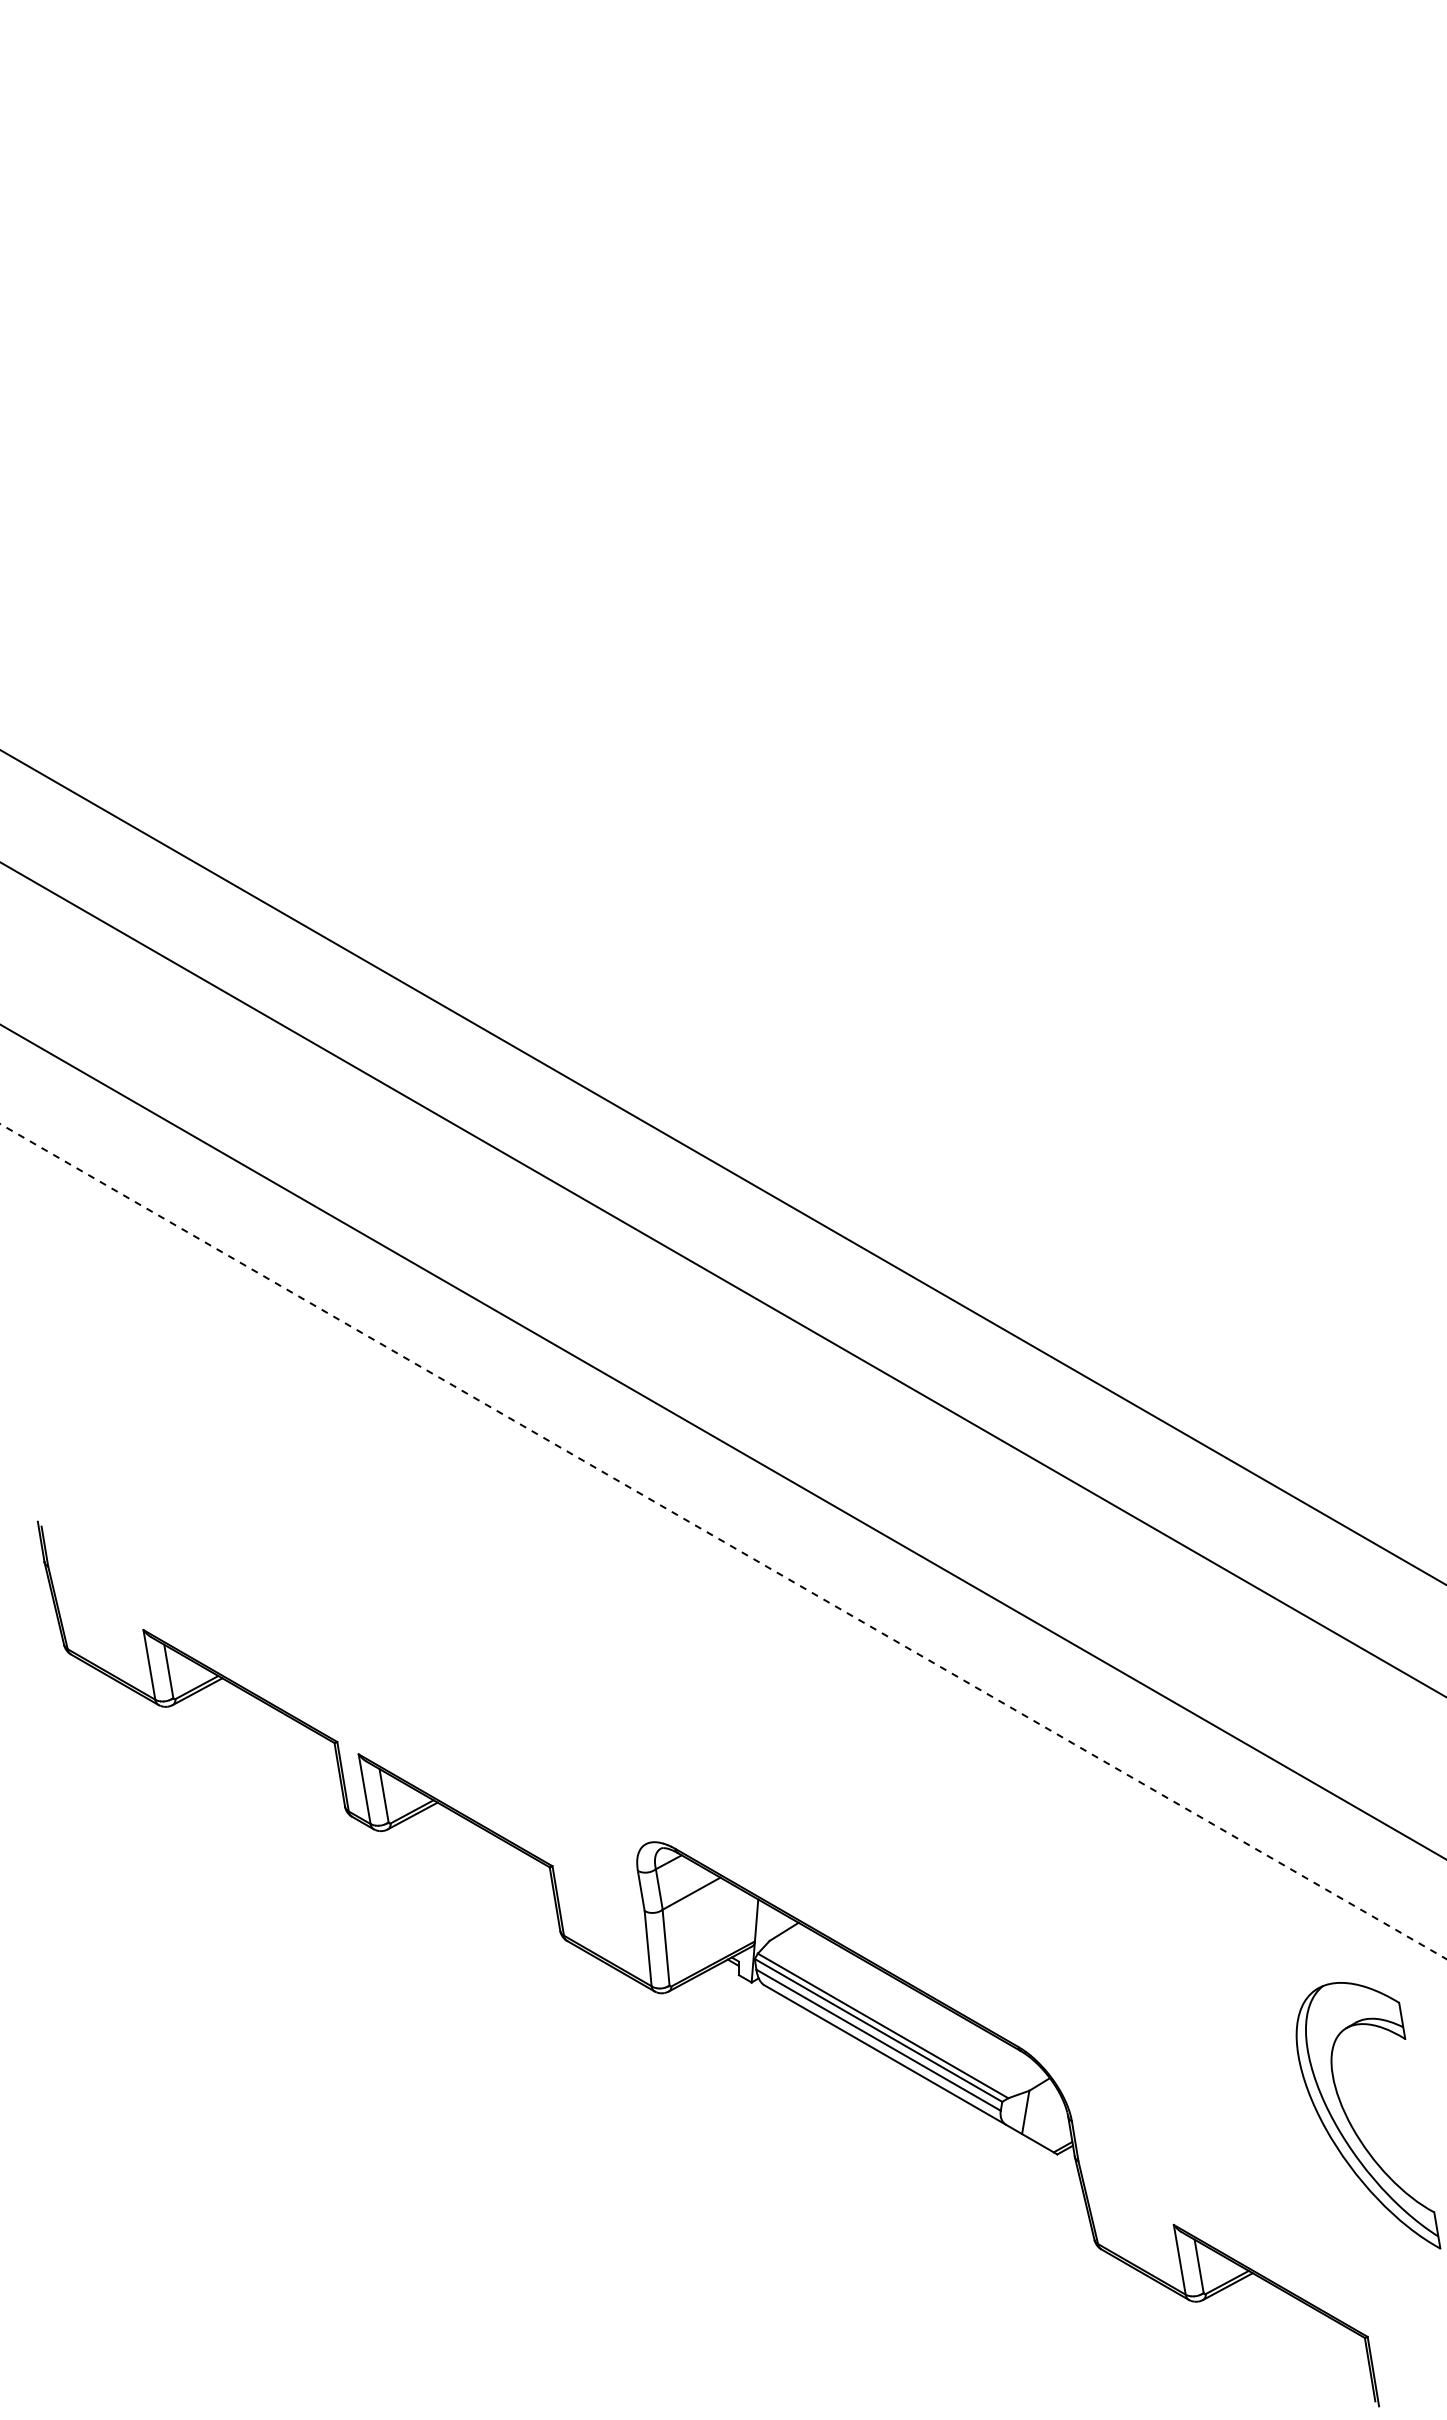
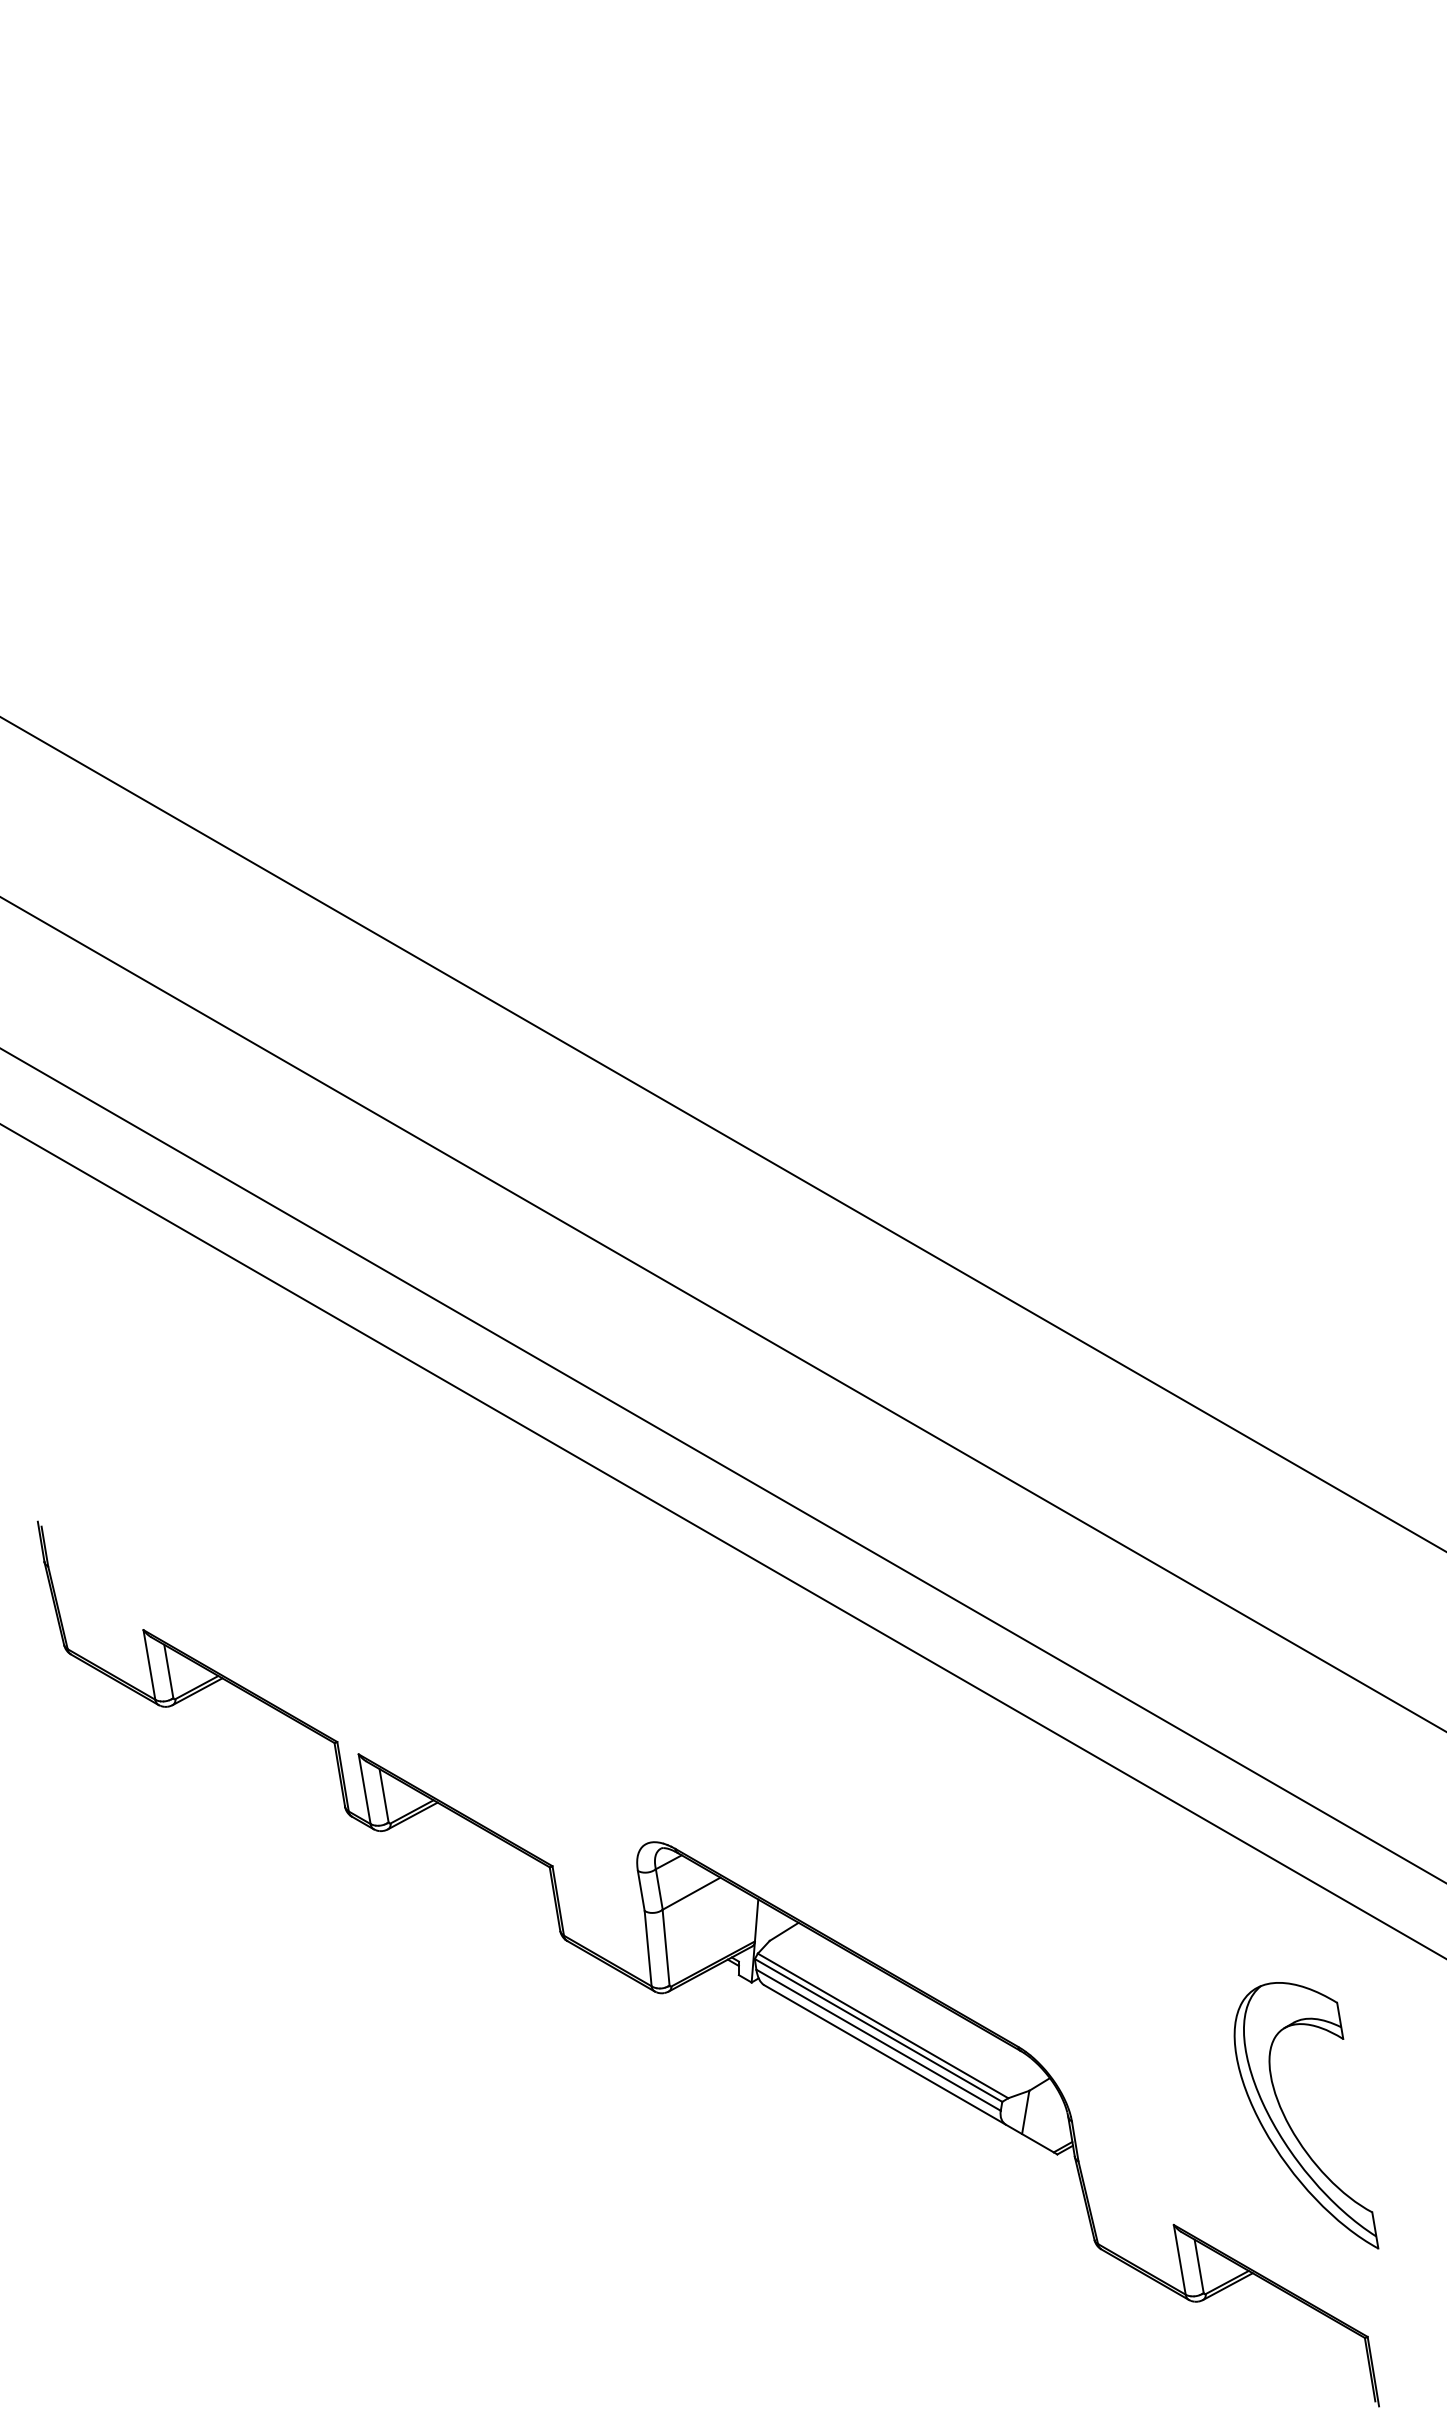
line at (722, 1167) position: (722, 1167) -> (722, 1134)
line at (722, 1279) position: (722, 1279) -> (722, 1314)
line at (722, 1441) position: (722, 1441) -> (722, 1465)
line at (723, 1541): dashed -> solid
part at (1351, 2123) position: (1351, 2123) -> (1289, 2123)
